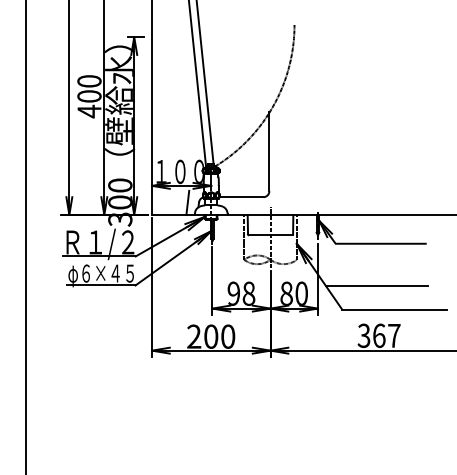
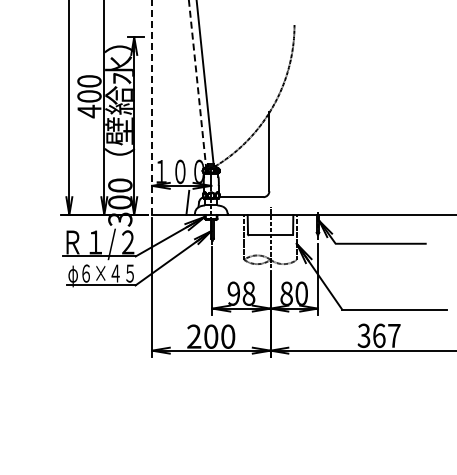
line at (197, 83): solid -> dashed
line at (152, 107): solid -> dashed
line at (26, 236): present -> none
line at (376, 285): present -> none
